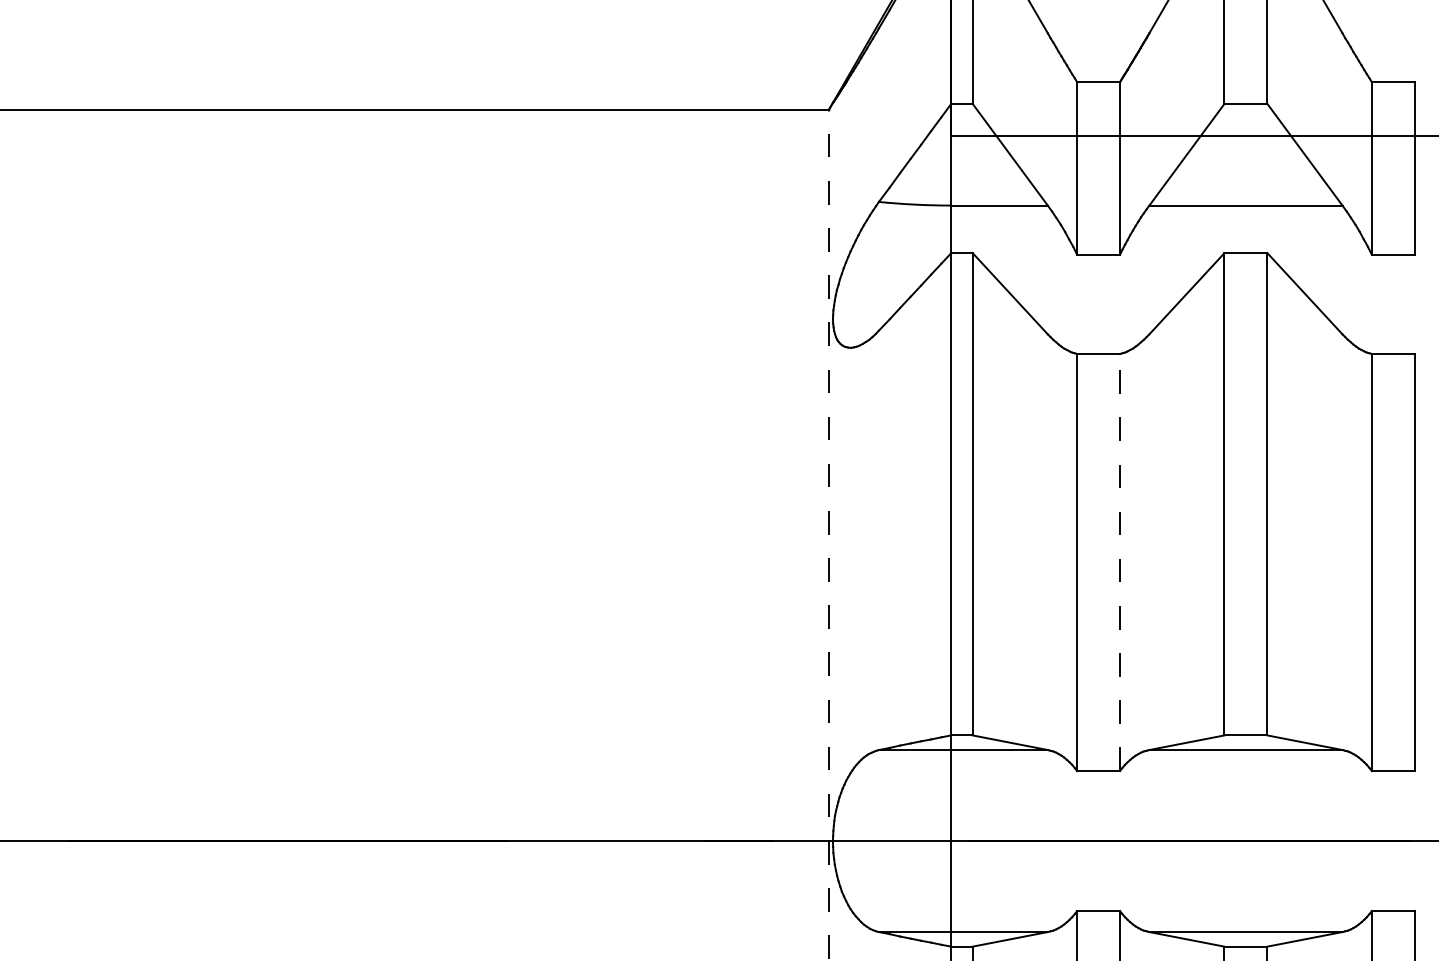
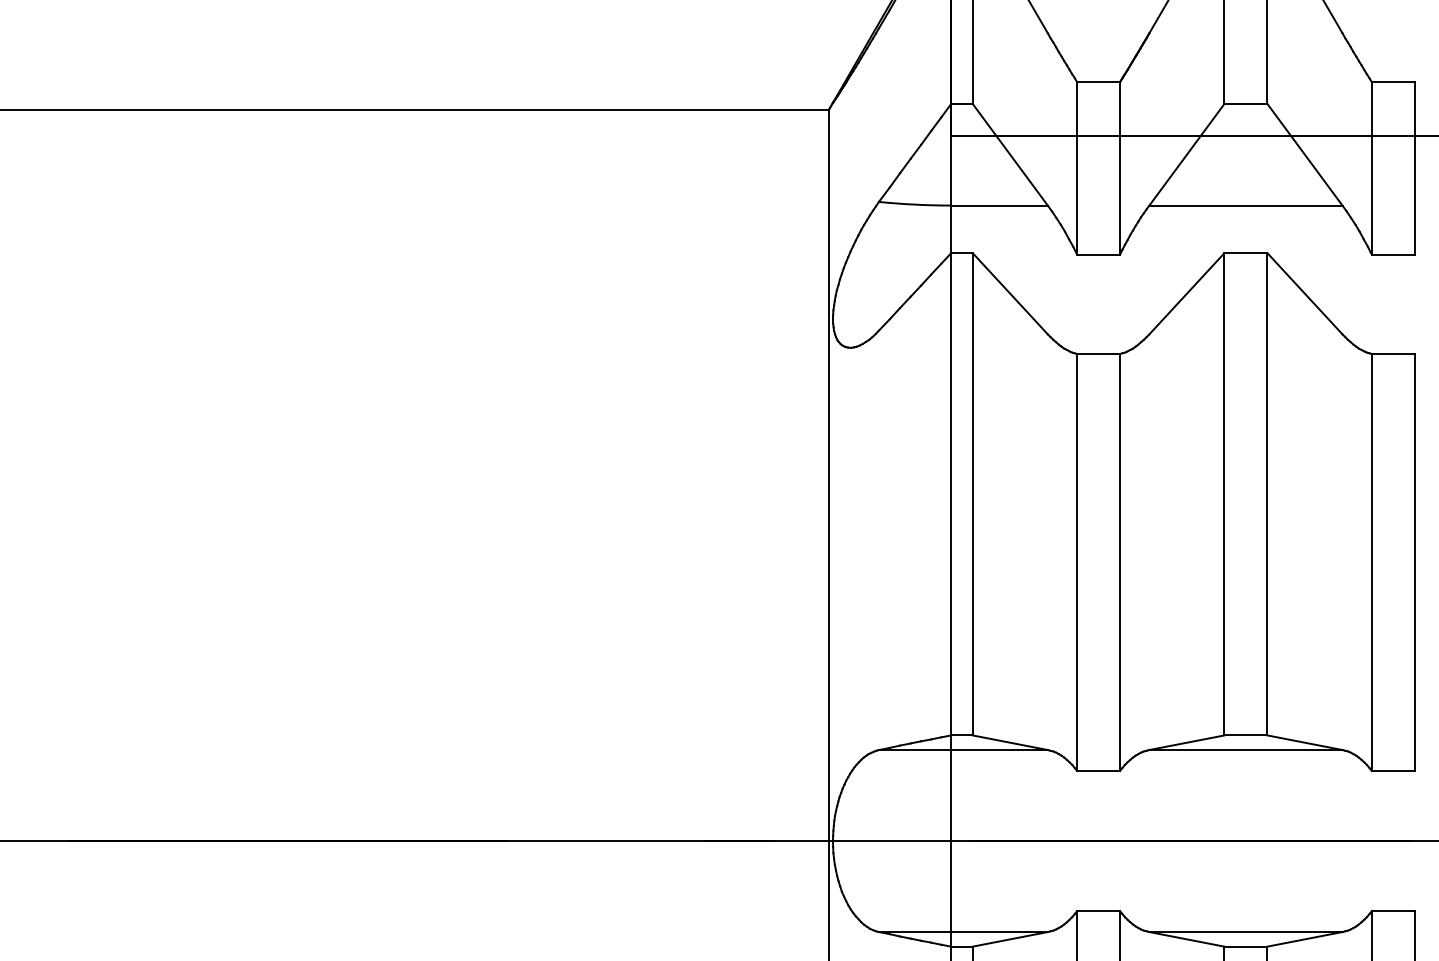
line at (828, 535): dashed -> solid
line at (1120, 562): dashed -> solid
